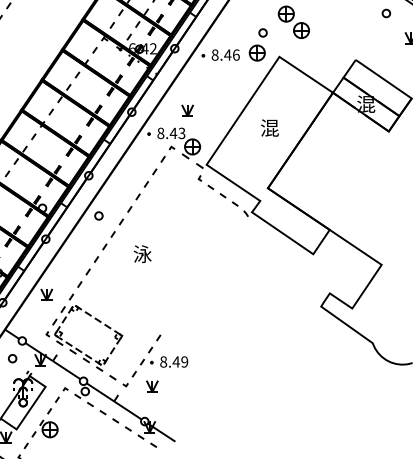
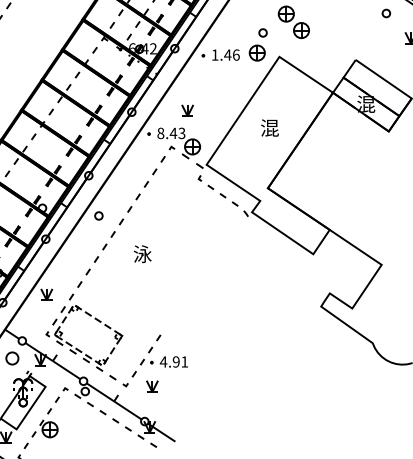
text at (214, 54): 8.46 -> 1.46
part at (12, 358) size: 10x10 px -> 15x15 px
text at (173, 361): 8.49 -> 4.91
